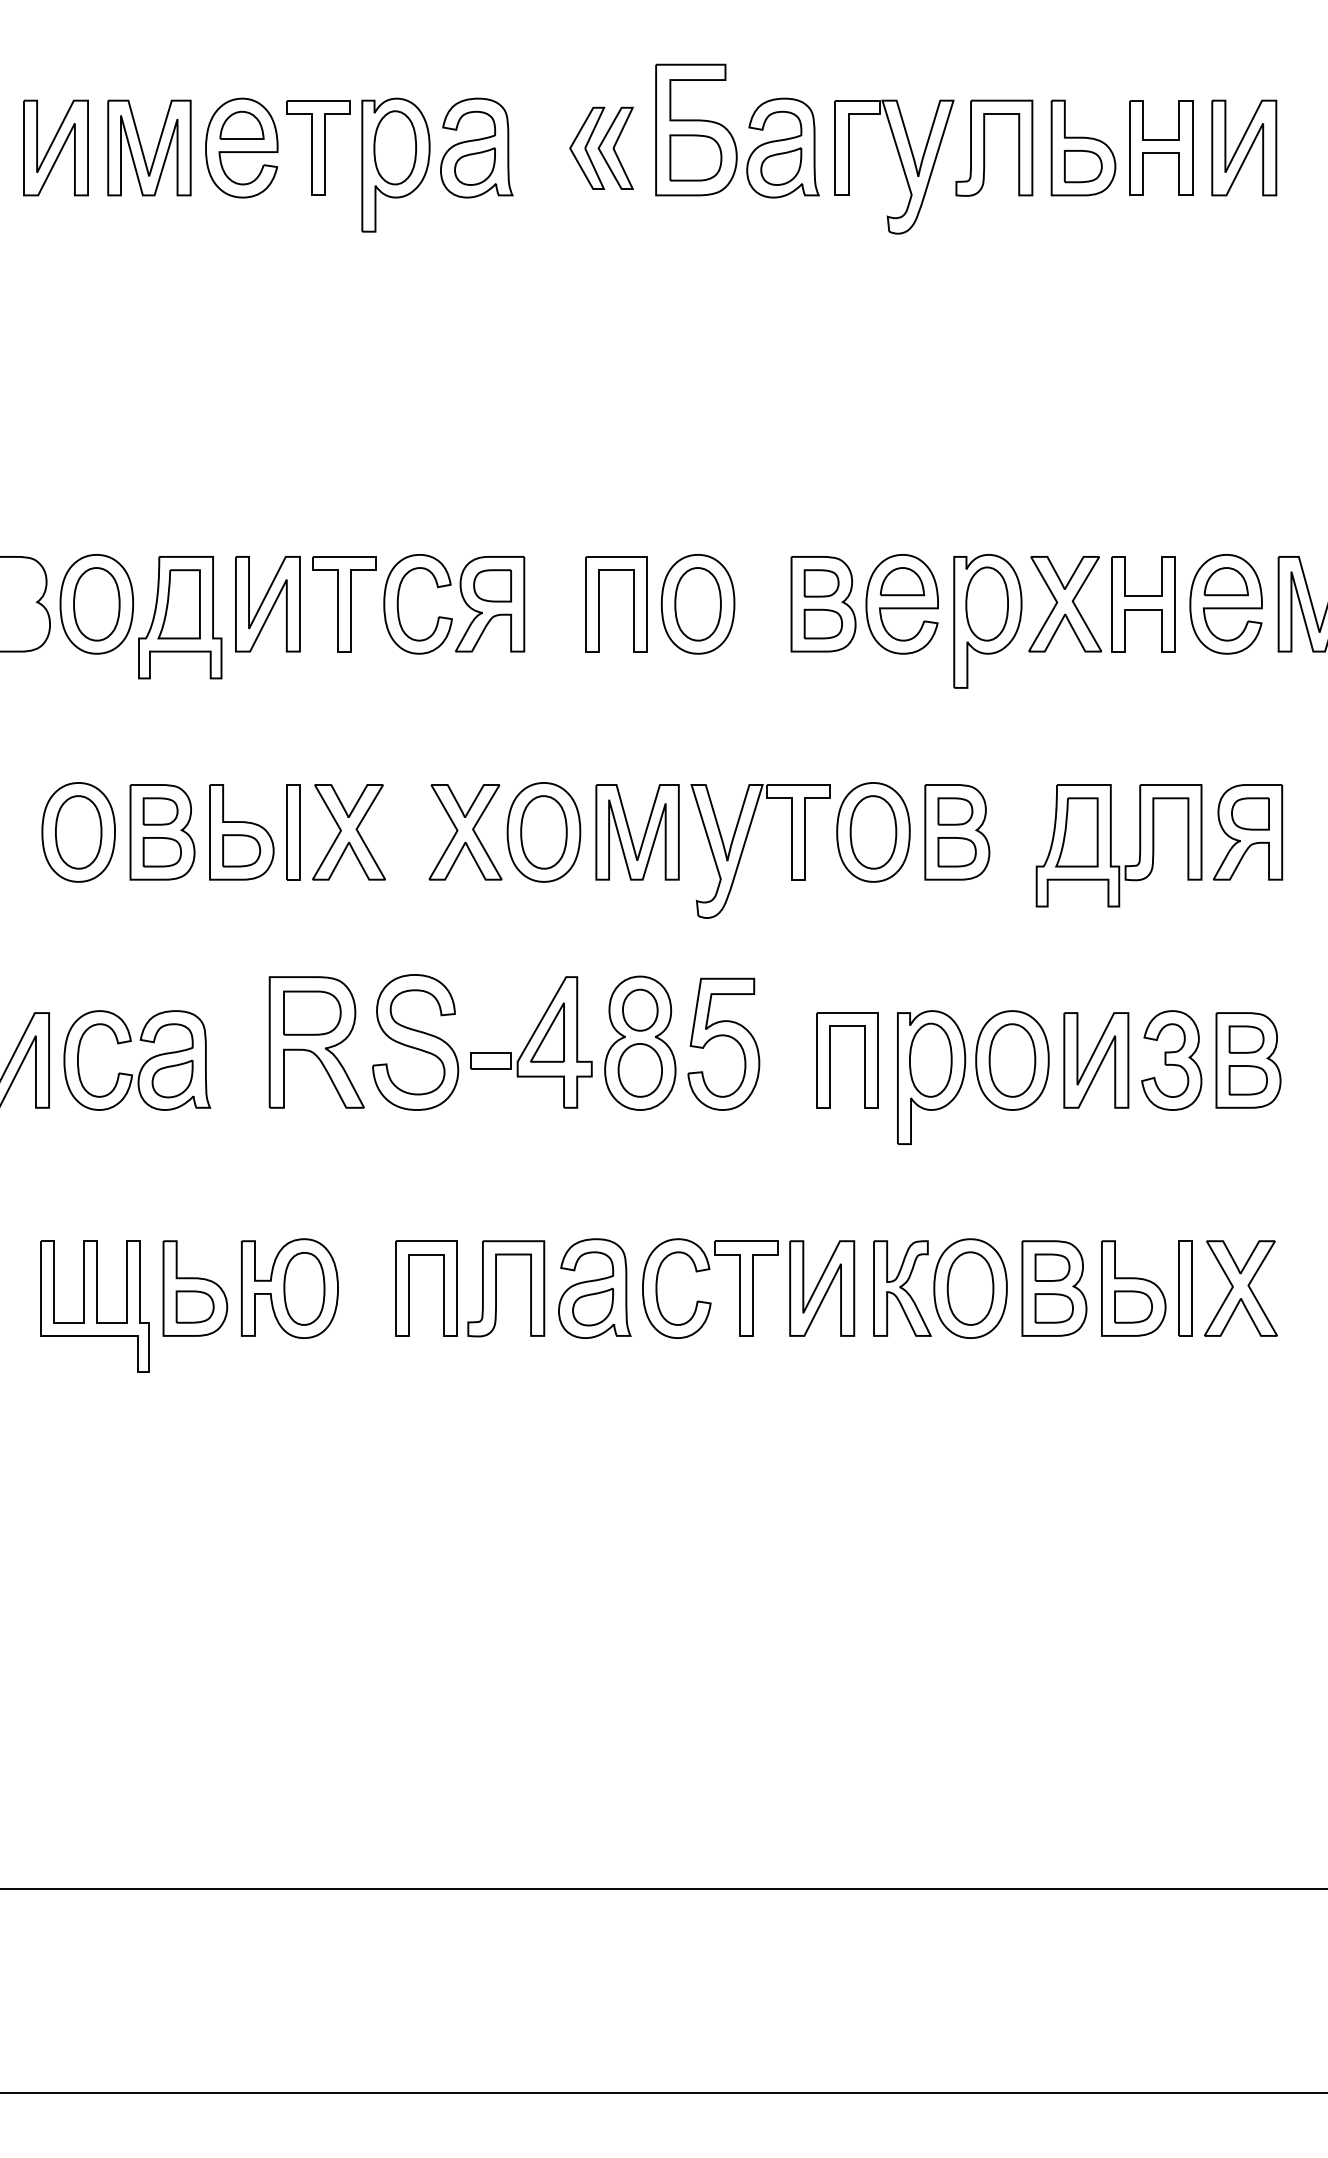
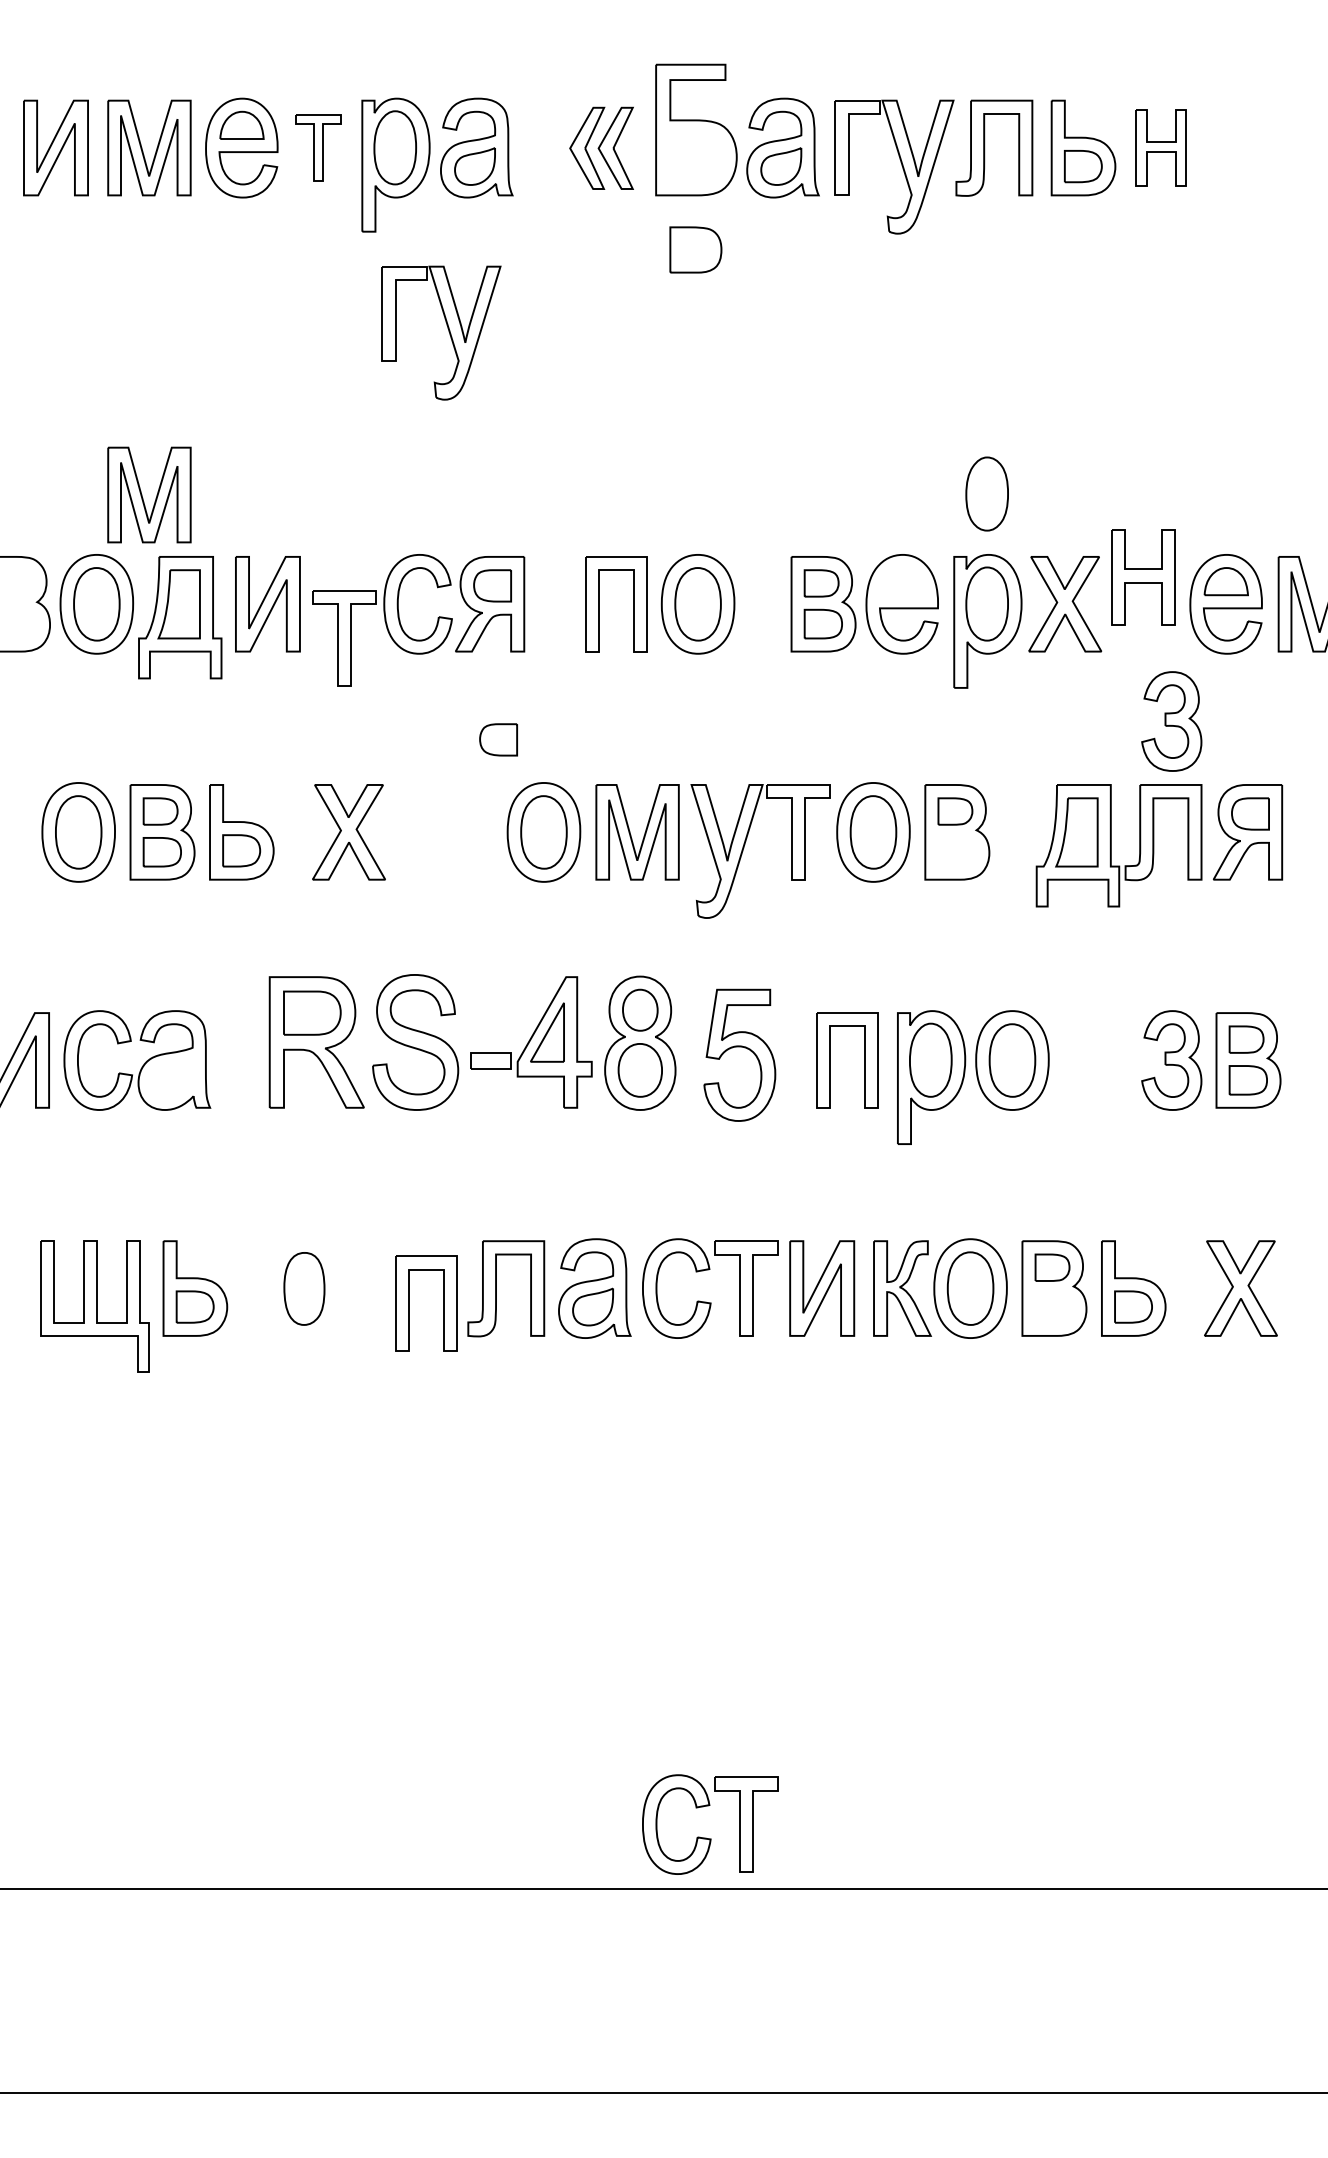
part at (318, 147) size: 65x96 px -> 47x68 px
part at (1161, 147) size: 65x96 px -> 52x78 px
part at (1244, 147): present -> none
part at (695, 157) position: (695, 157) -> (695, 249)
part at (448, 331): none -> present
part at (986, 493): none -> present
part at (142, 494): none -> present
part at (902, 581): present -> none
part at (344, 604) position: (344, 604) -> (344, 638)
part at (1143, 604) position: (1143, 604) -> (1143, 577)
part at (1171, 721): none -> present
part at (498, 739): none -> present
part at (293, 832): present -> none
part at (465, 832): present -> none
part at (956, 852): present -> none
part at (723, 1036) position: (723, 1036) -> (739, 1047)
part at (1096, 1060): present -> none
part at (172, 1078): present -> none
part at (289, 1288): present -> none
part at (409, 1288) position: (409, 1288) -> (409, 1303)
part at (1185, 1288): present -> none
part at (1053, 1308): present -> none
part at (706, 1837): none -> present
